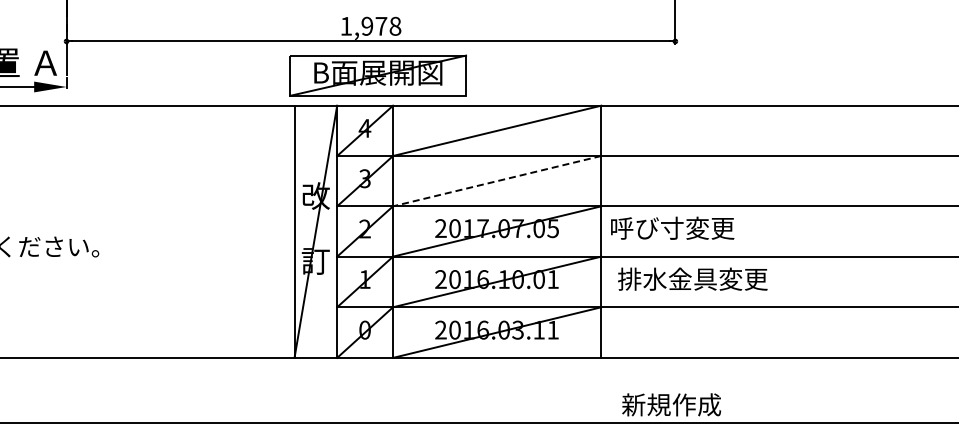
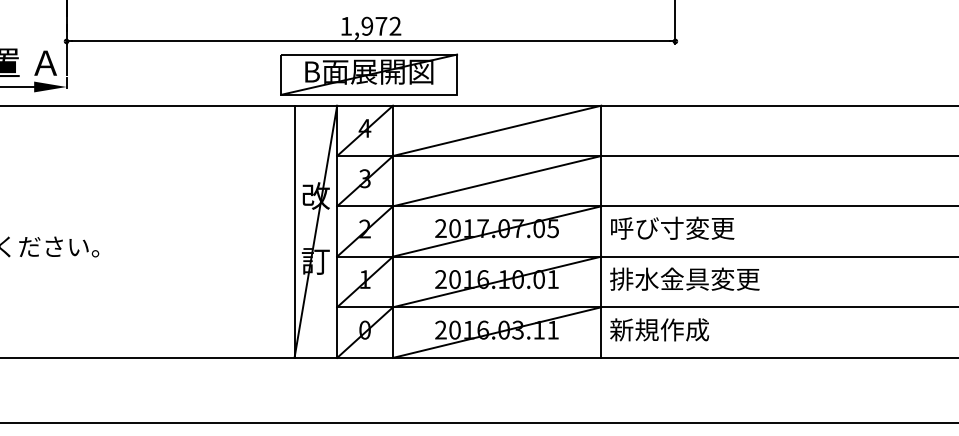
text at (395, 25): 1,978 -> 1,972
part at (377, 75) position: (377, 75) -> (368, 74)
line at (496, 181): dashed -> solid
text at (692, 278) position: (692, 278) -> (684, 278)
text at (671, 404) position: (671, 404) -> (659, 329)
